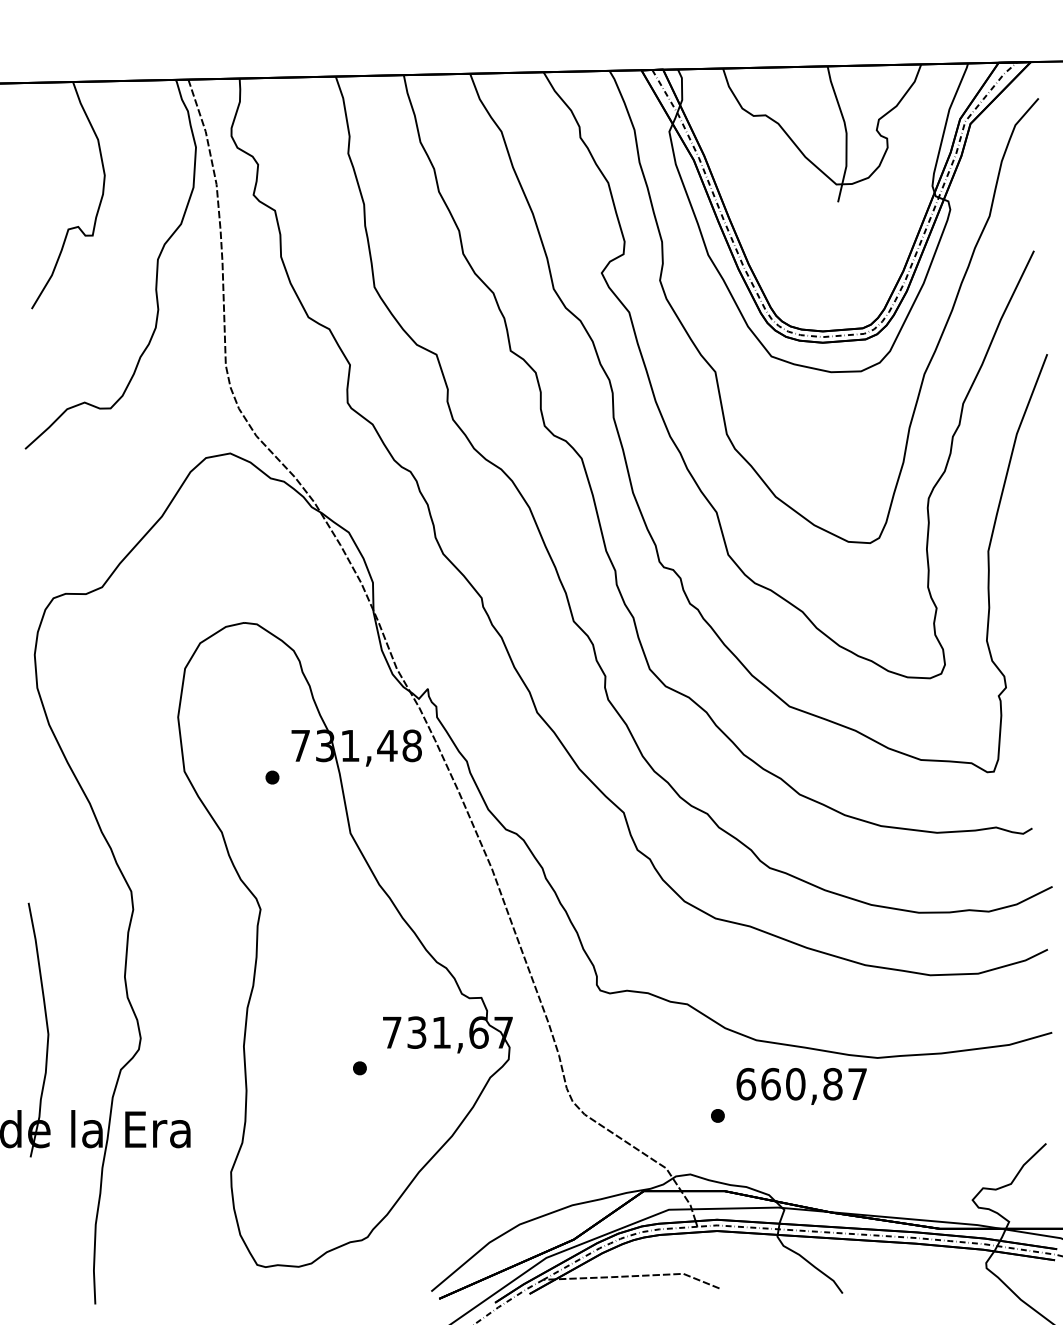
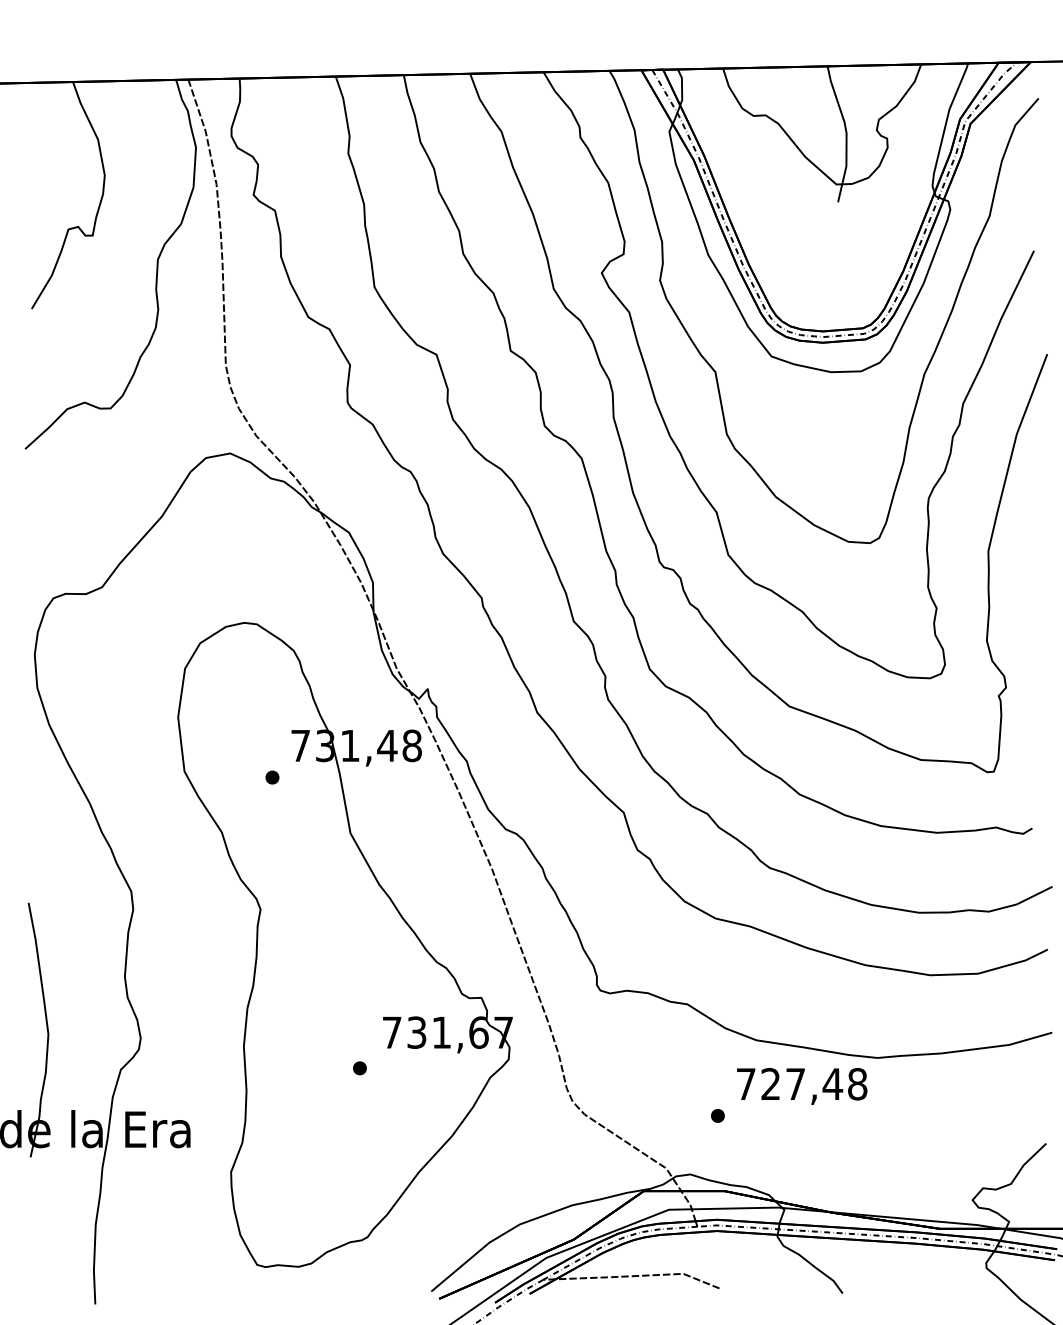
text at (801, 1083): 660,87 -> 727,48
